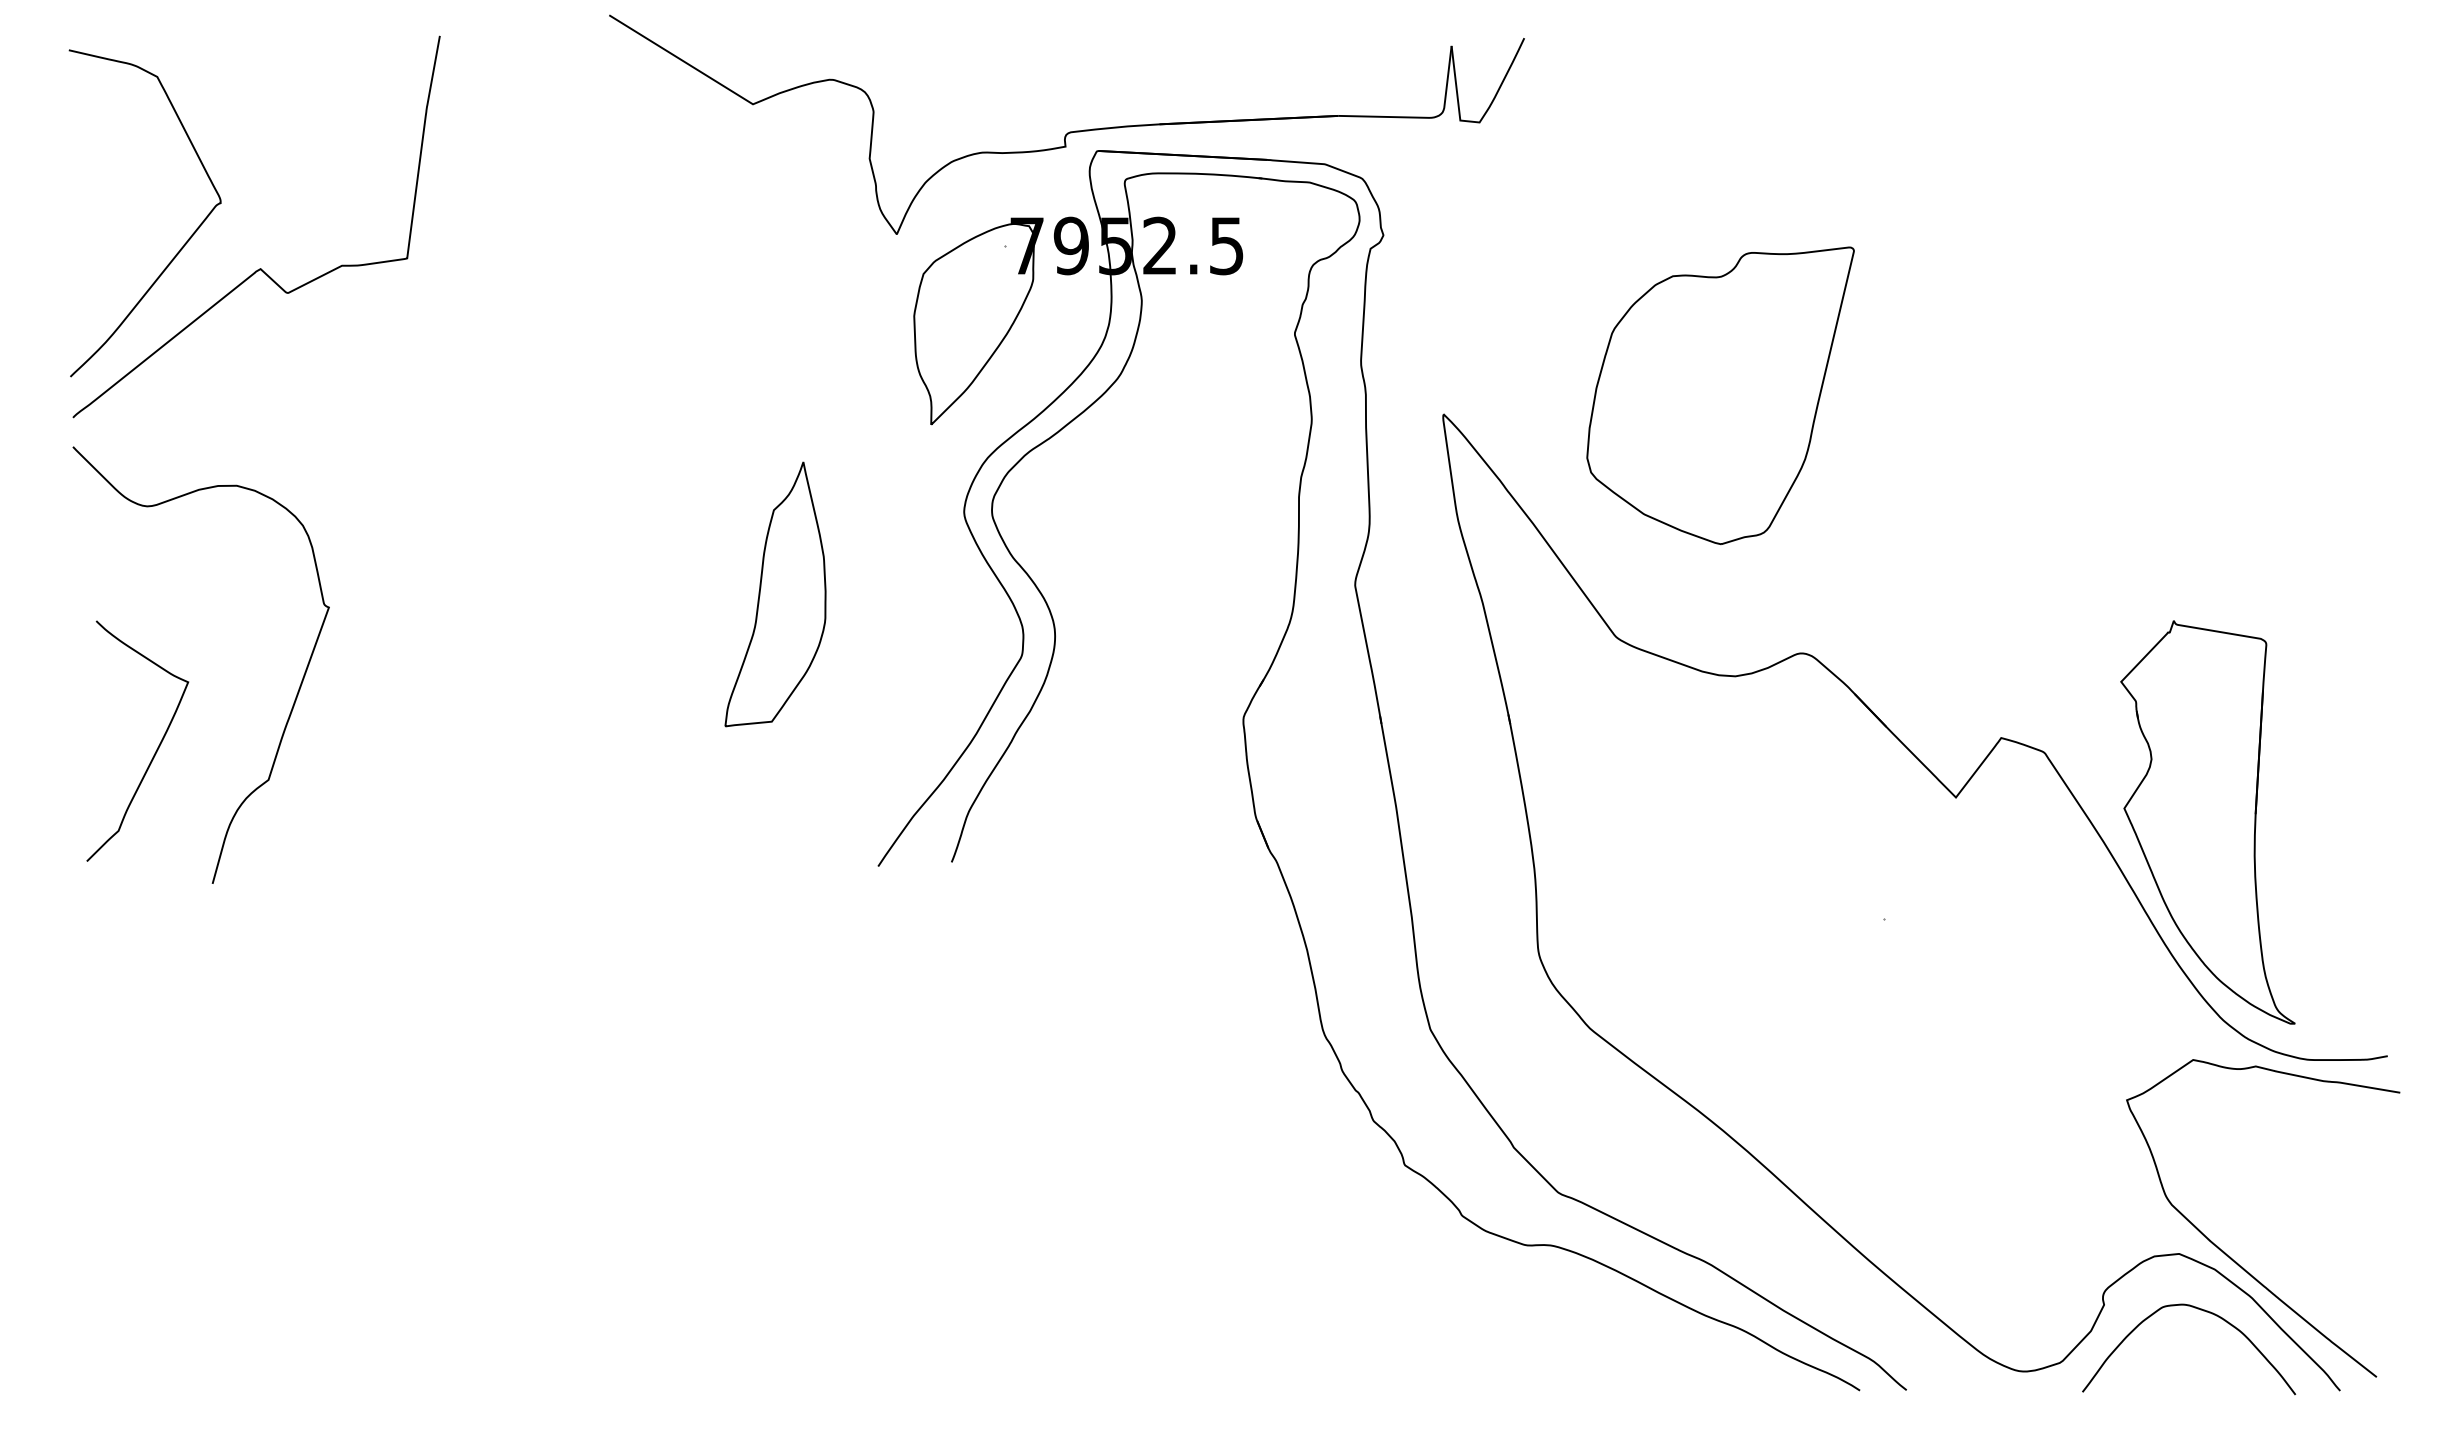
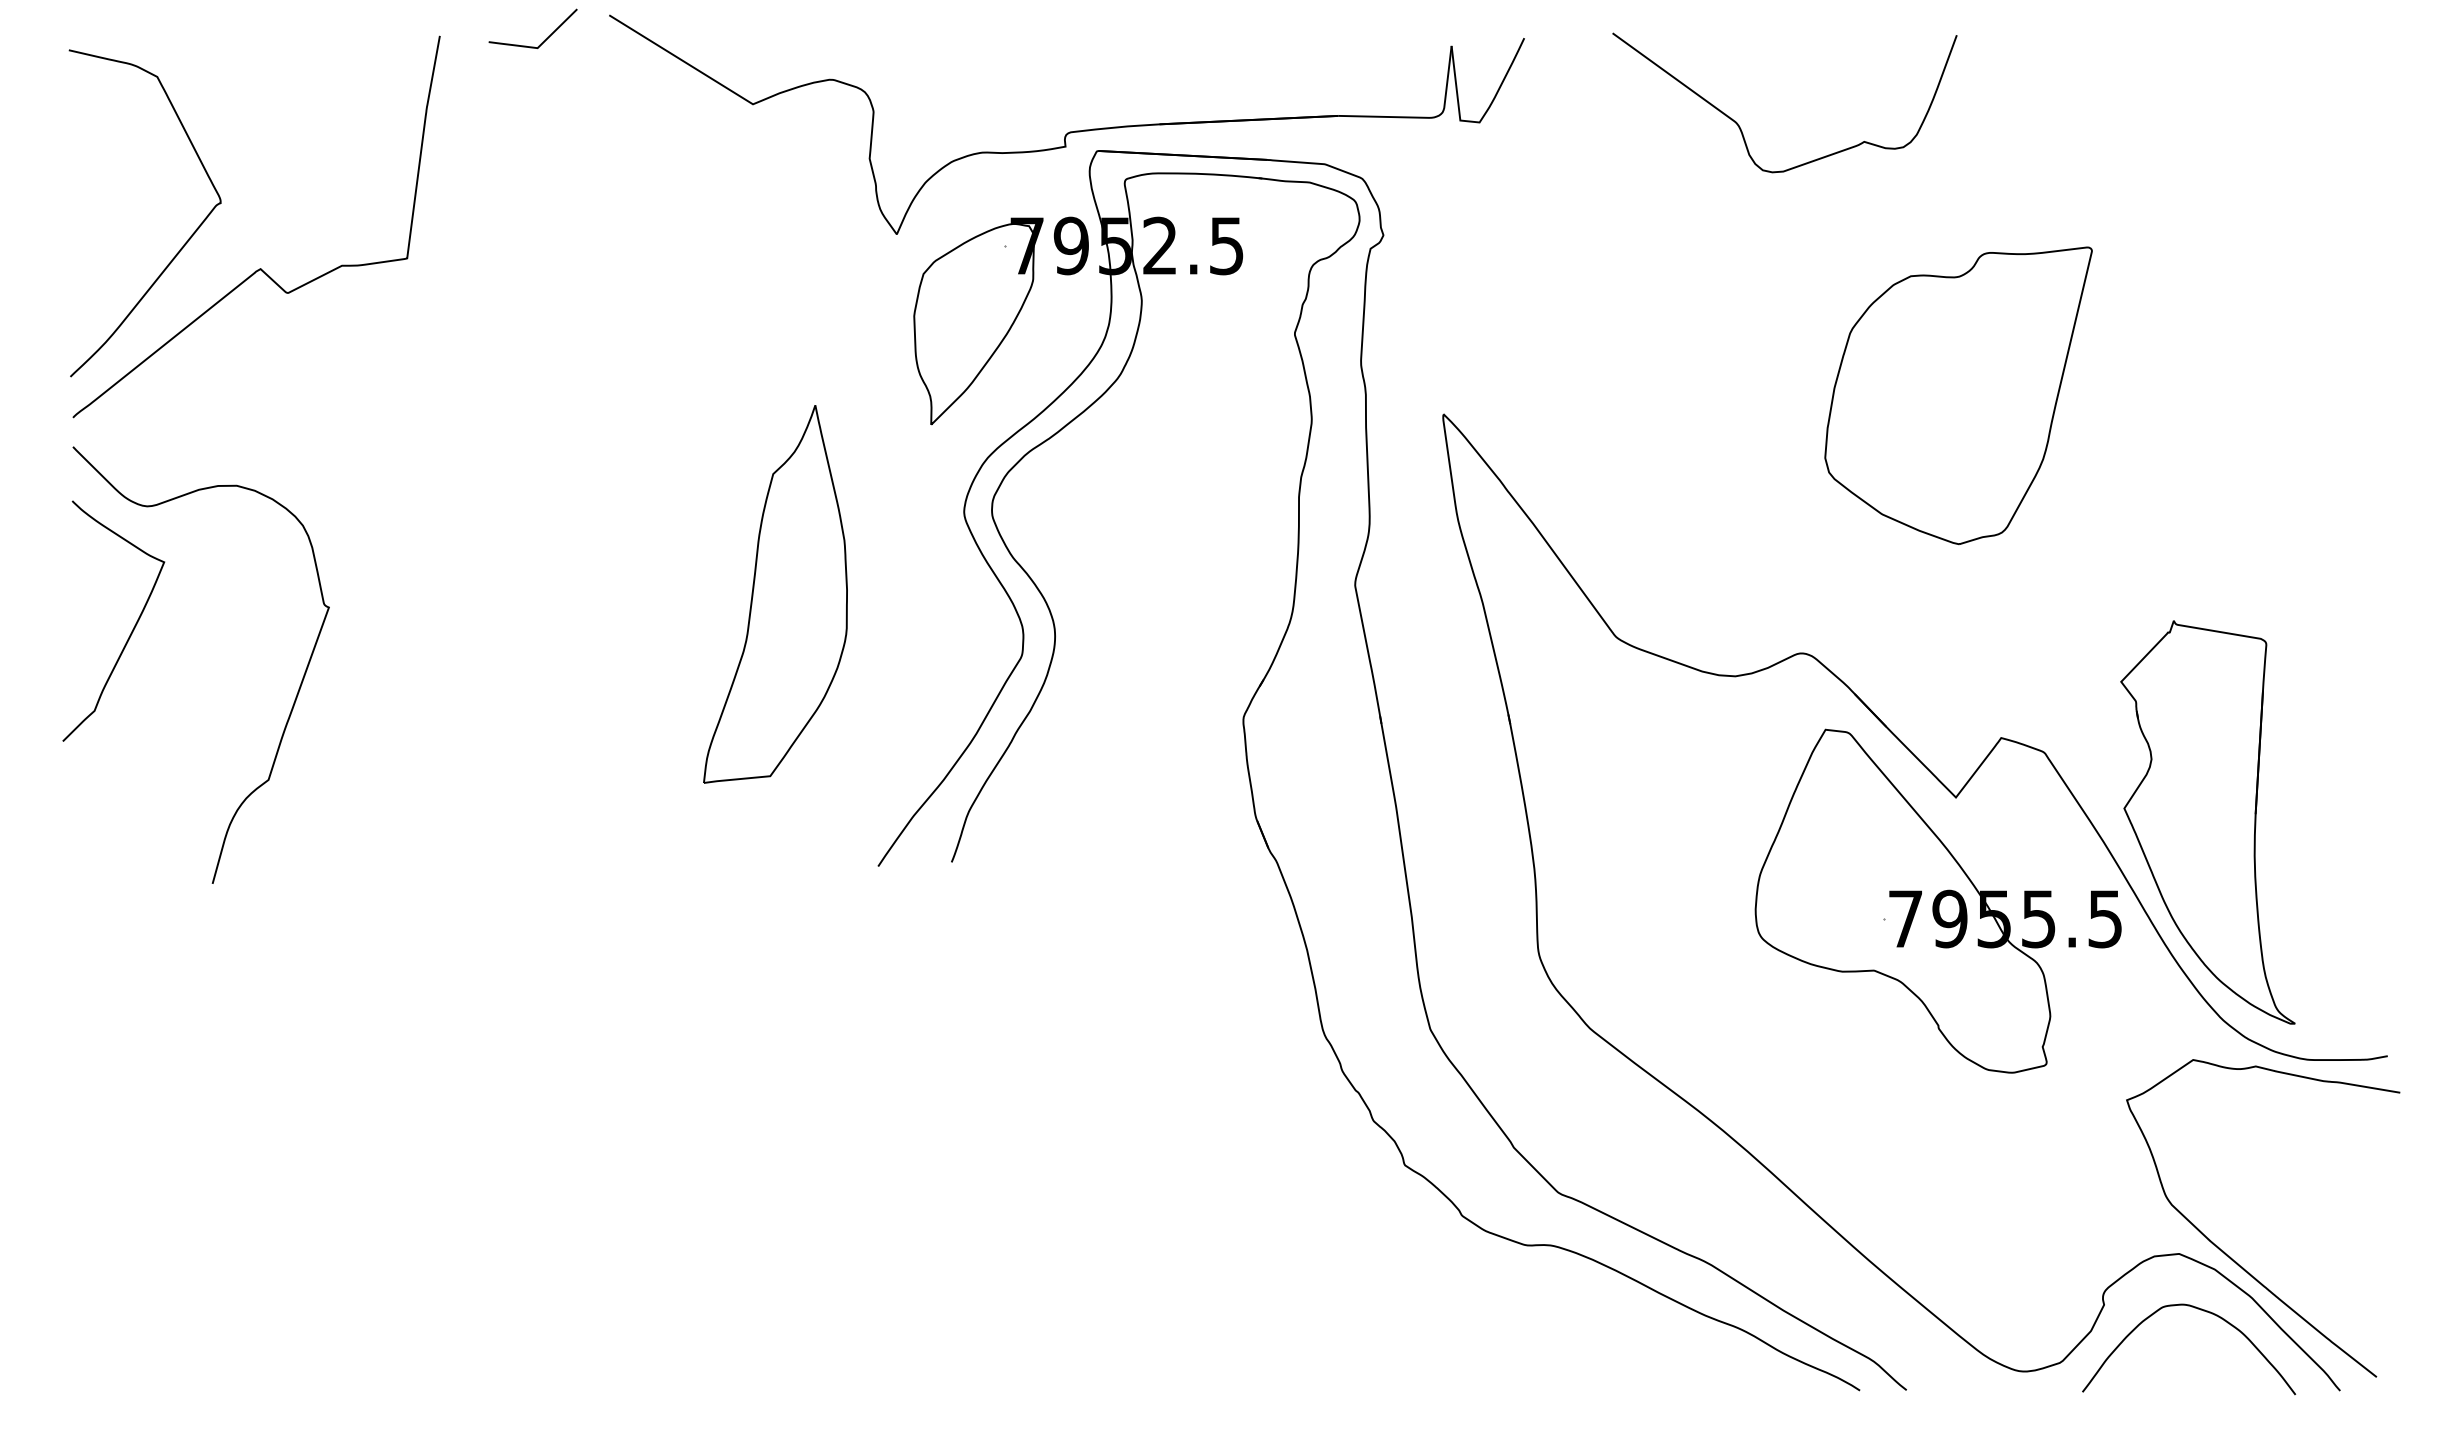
line at (541, 42): none -> present
curve at (1740, 126): none -> present
part at (1720, 395) position: (1720, 395) -> (1958, 395)
part at (775, 594) size: 103x267 px -> 145x379 px
curve at (156, 749) position: (156, 749) -> (132, 629)
part at (1937, 900): none -> present
